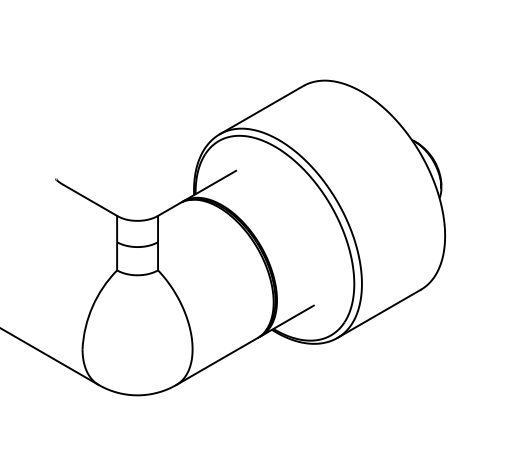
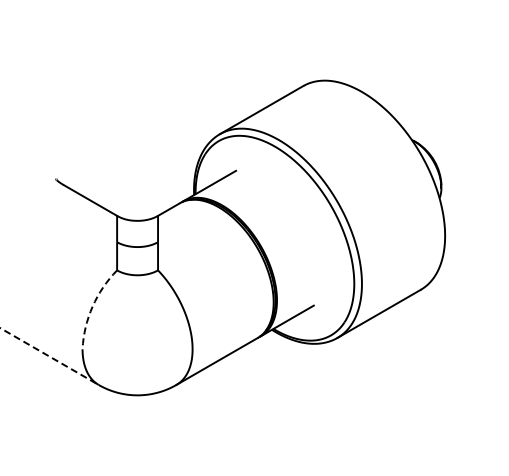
arc at (92, 306): solid -> dashed
line at (49, 356): solid -> dashed
